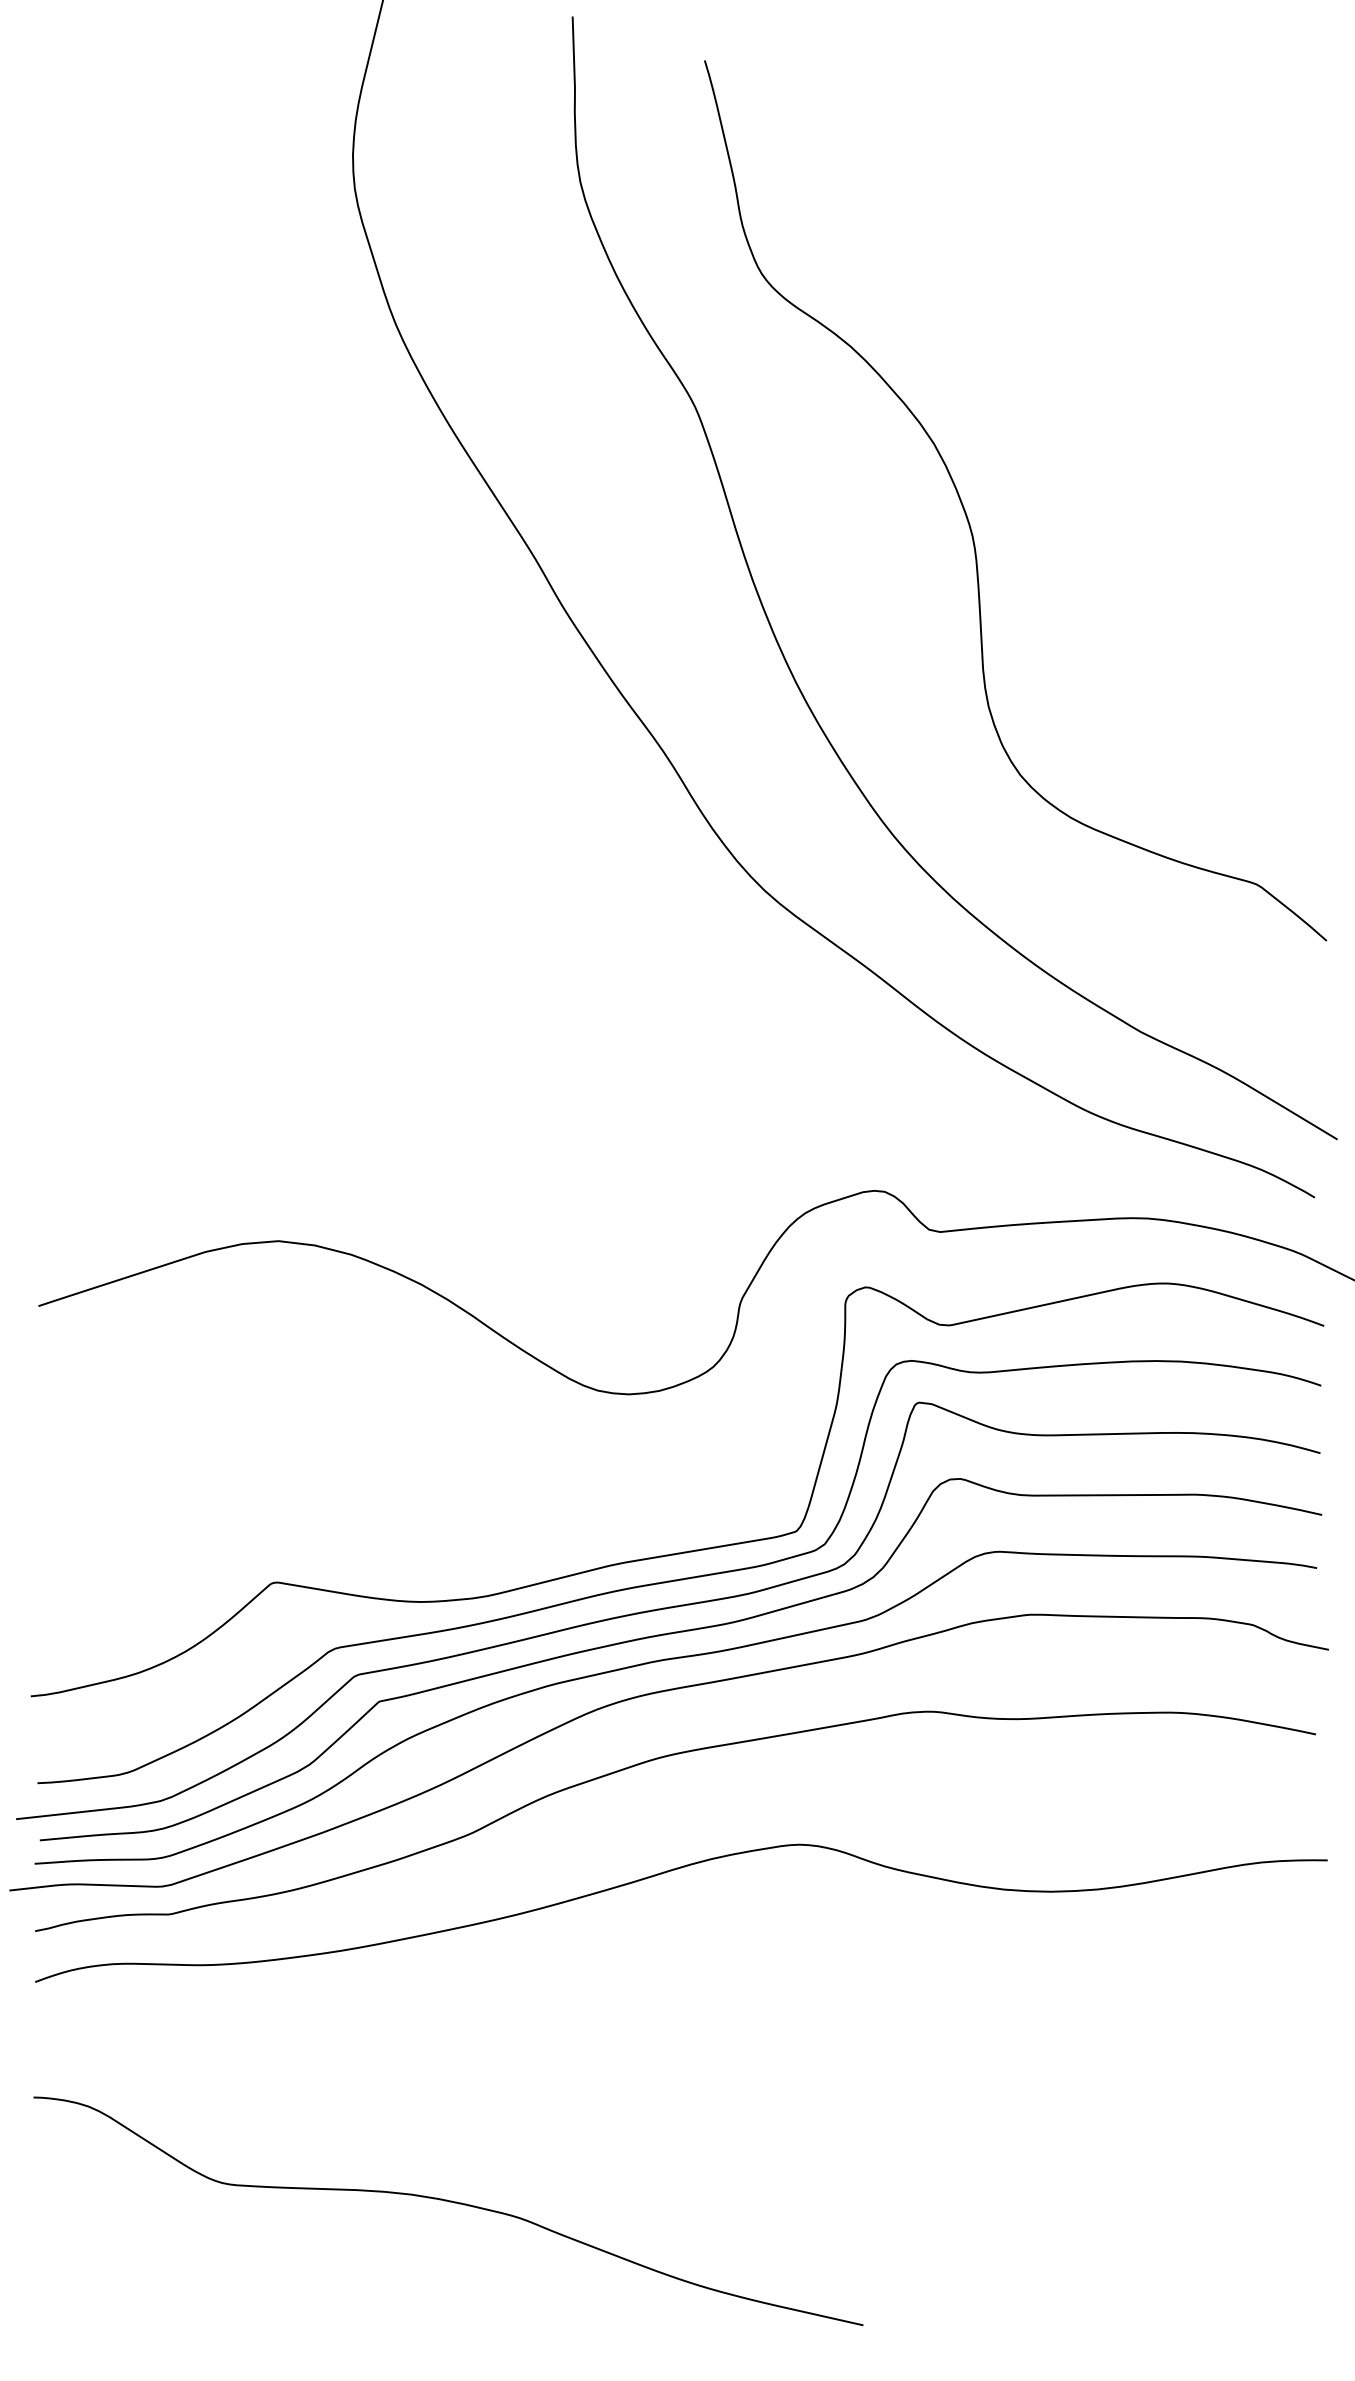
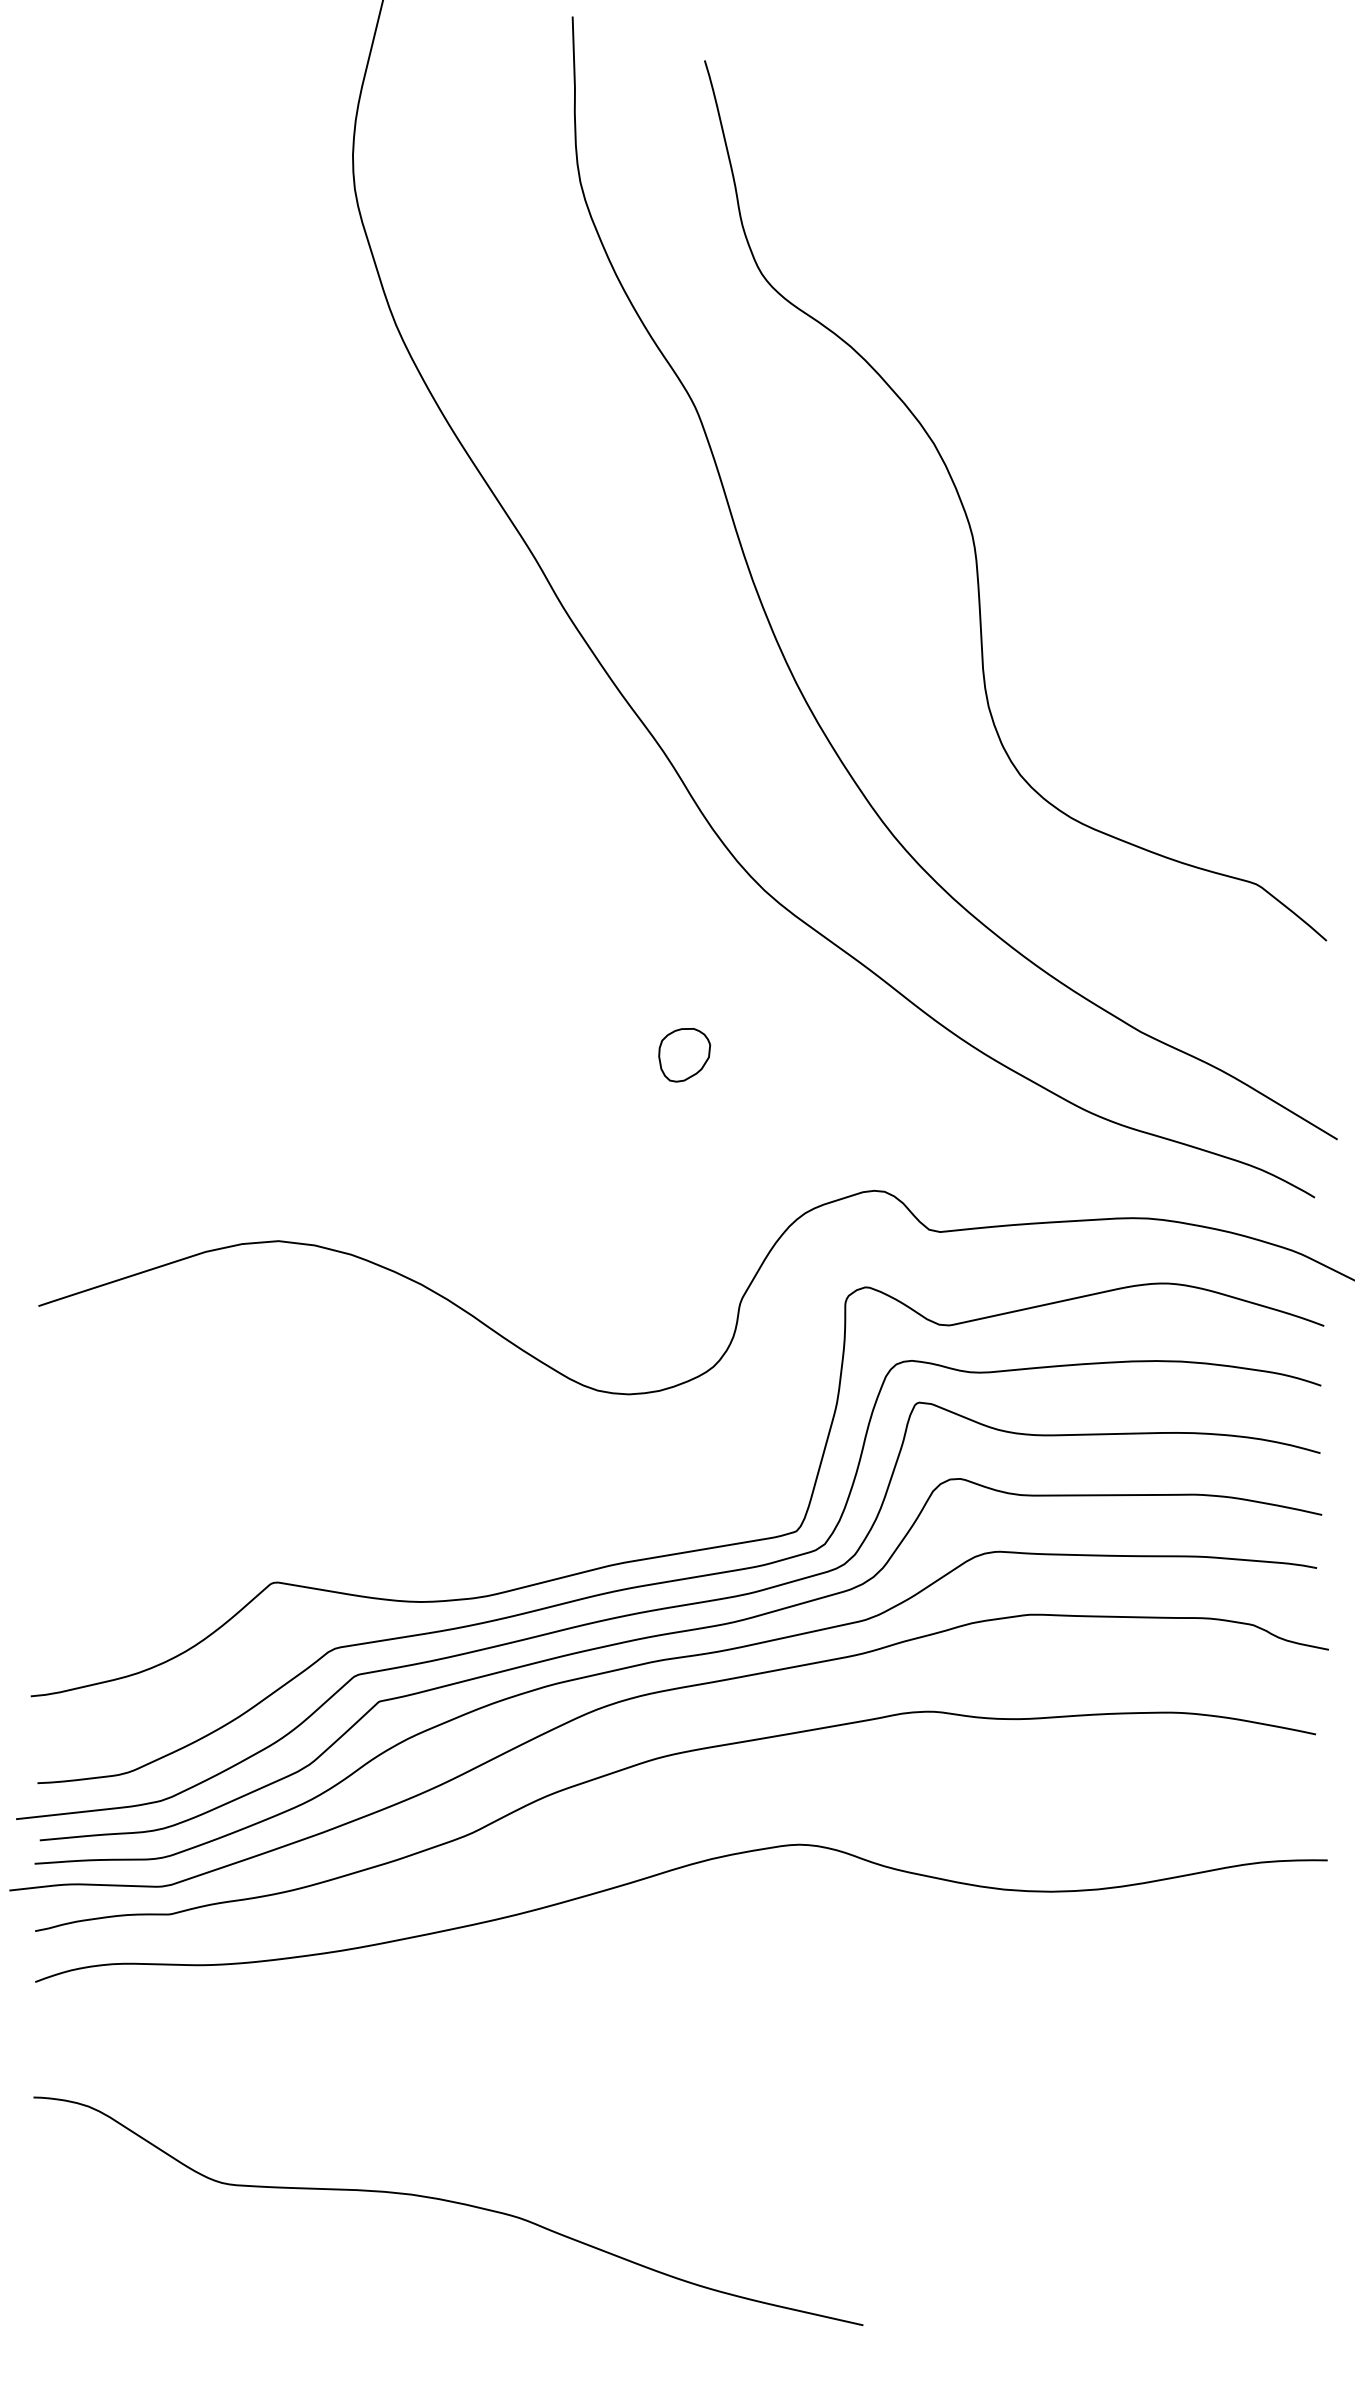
part at (684, 1055): none -> present
